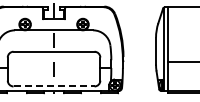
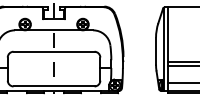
line at (181, 65): none -> present
line at (181, 83): none -> present
line at (54, 86): dashed -> solid
